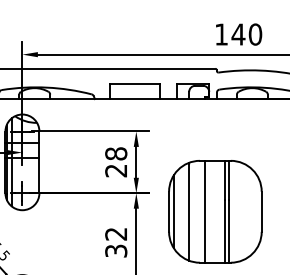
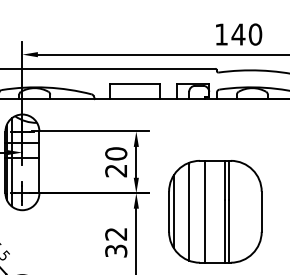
text at (116, 153): 28 -> 20
